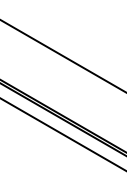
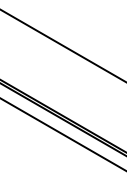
line at (62, 56) position: (62, 56) -> (62, 45)
